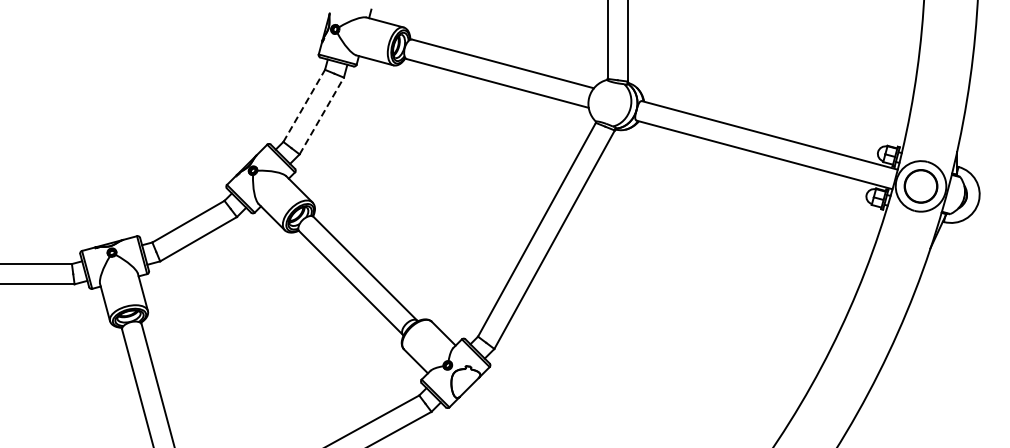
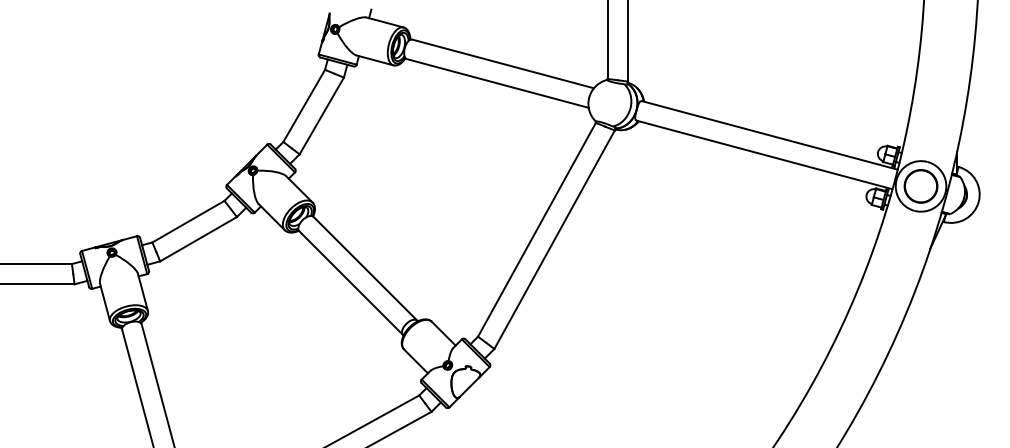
line at (304, 105): dashed -> solid
line at (322, 115): dashed -> solid
